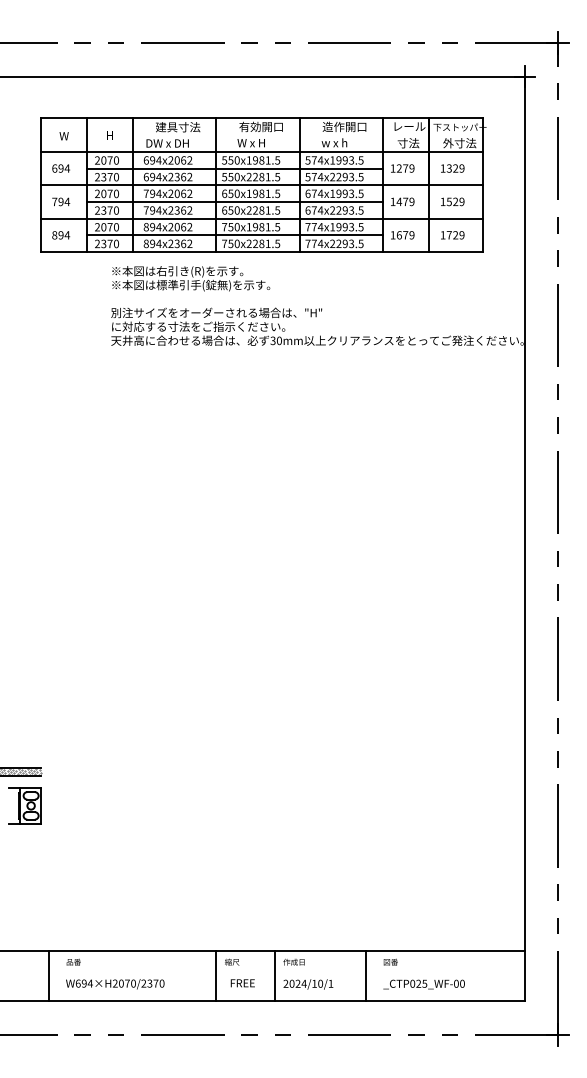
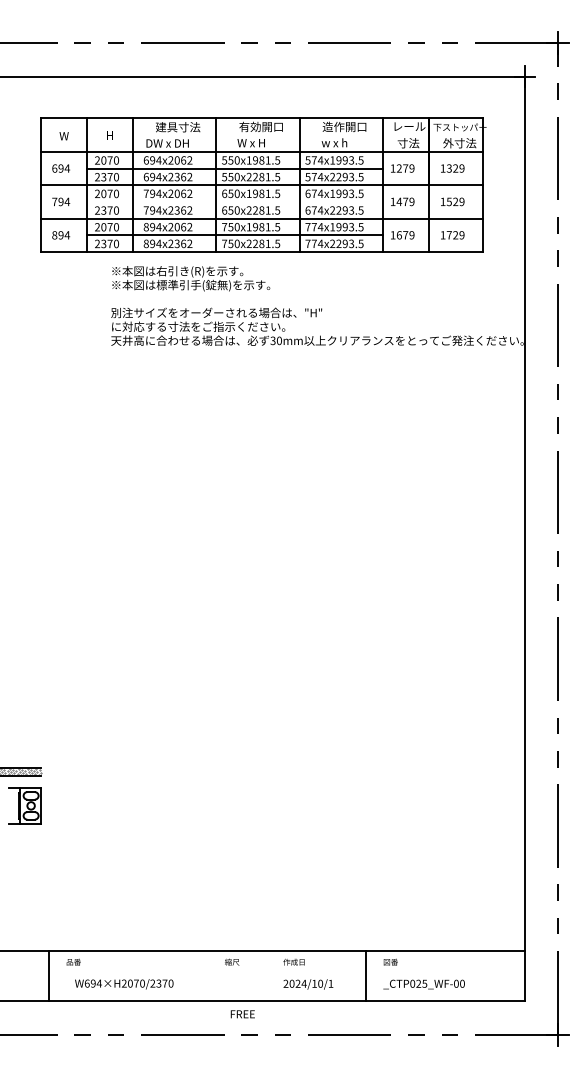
line at (234, 201): present -> none
line at (216, 976): present -> none
line at (274, 976): present -> none
text at (242, 983) position: (242, 983) -> (242, 1014)
text at (115, 984) position: (115, 984) -> (124, 984)
